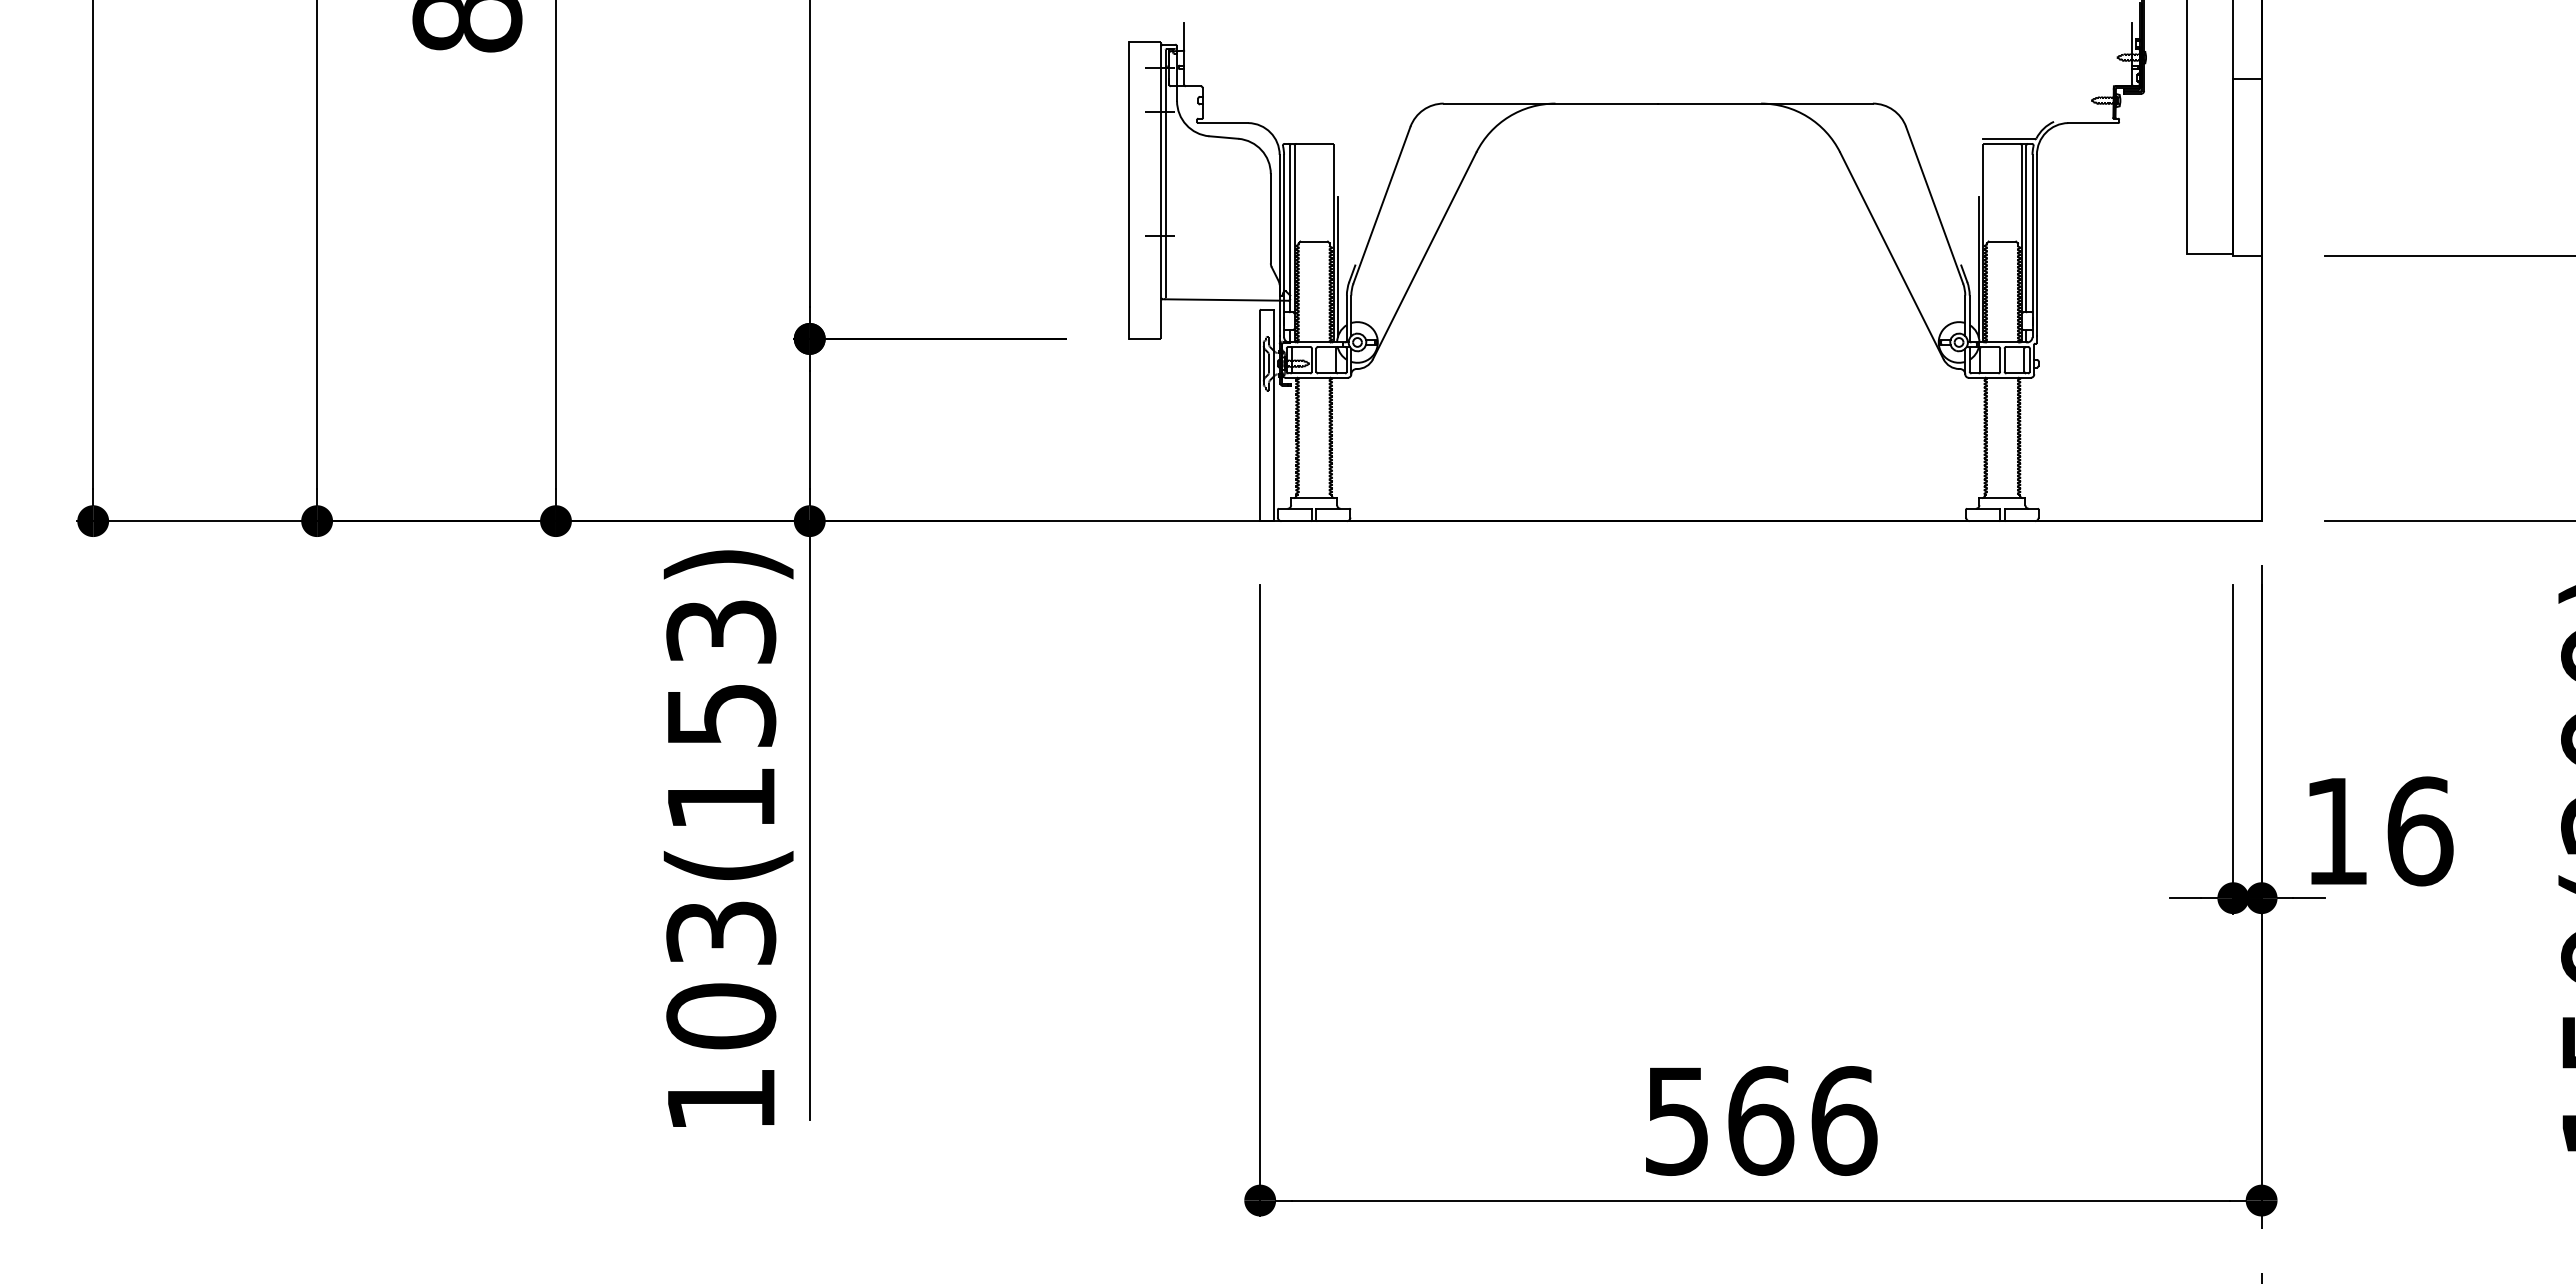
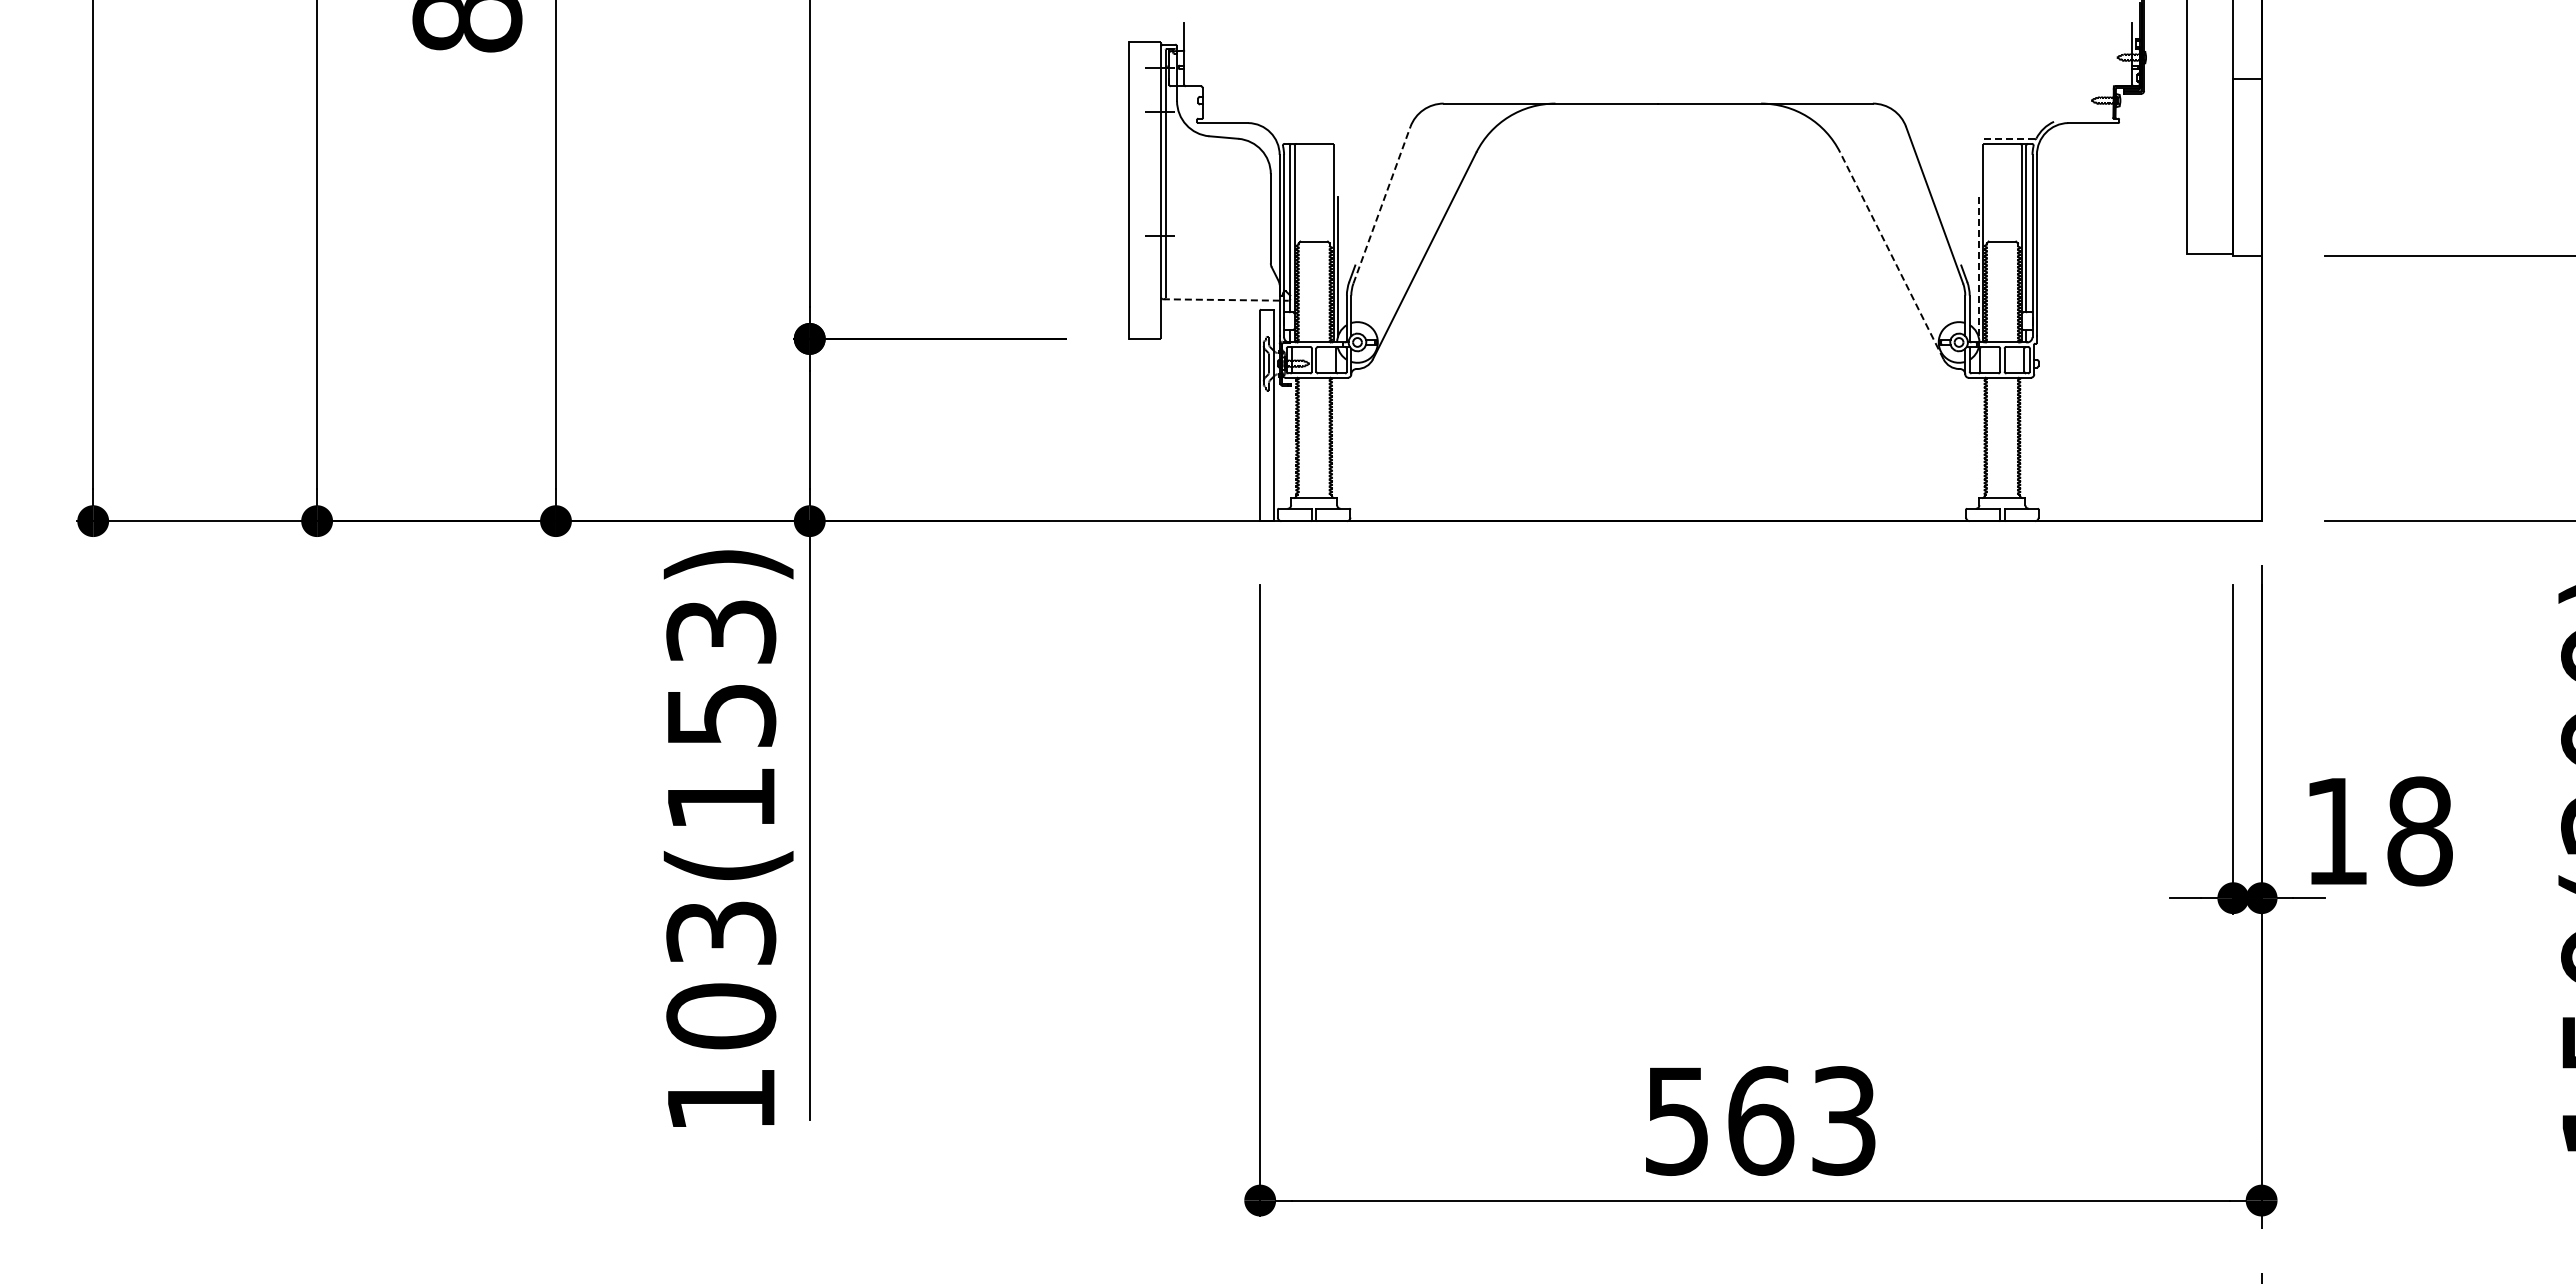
line at (2009, 139): solid -> dashed
line at (1382, 204): solid -> dashed
line at (1891, 255): solid -> dashed
line at (1978, 266): solid -> dashed
line at (1225, 300): solid -> dashed
text at (2420, 831): 16 -> 18
text at (1844, 1120): 566 -> 563
